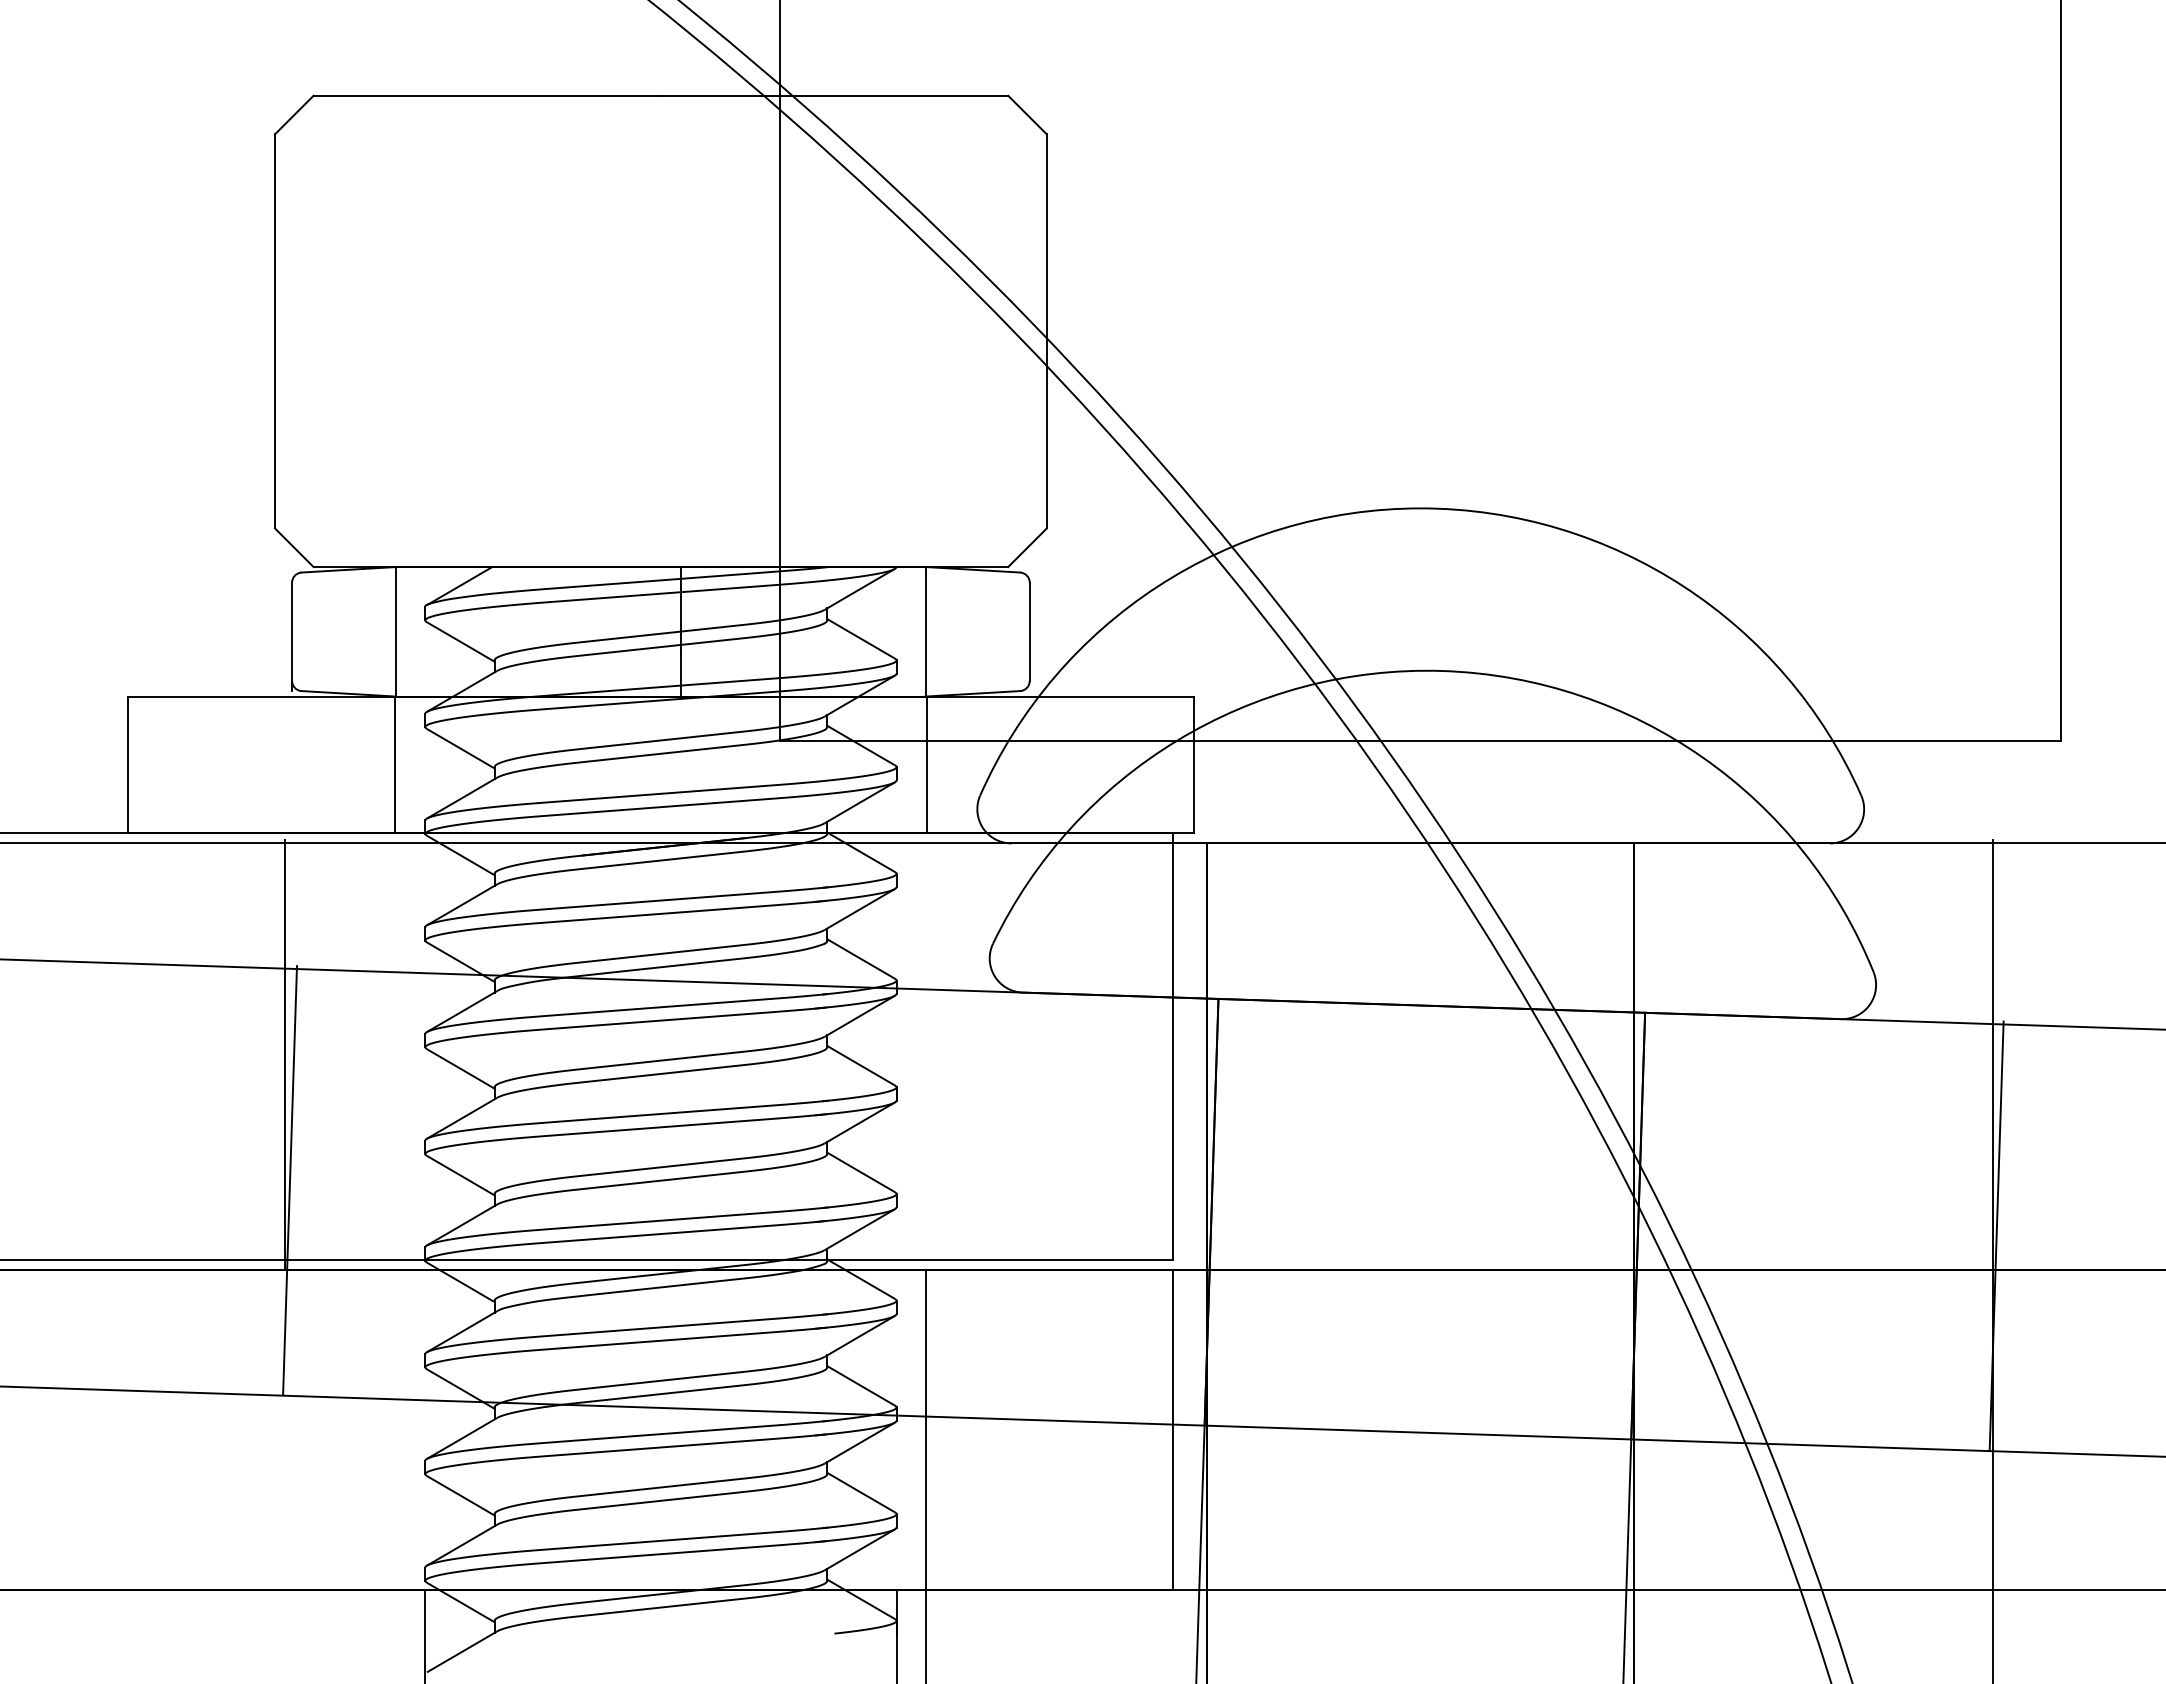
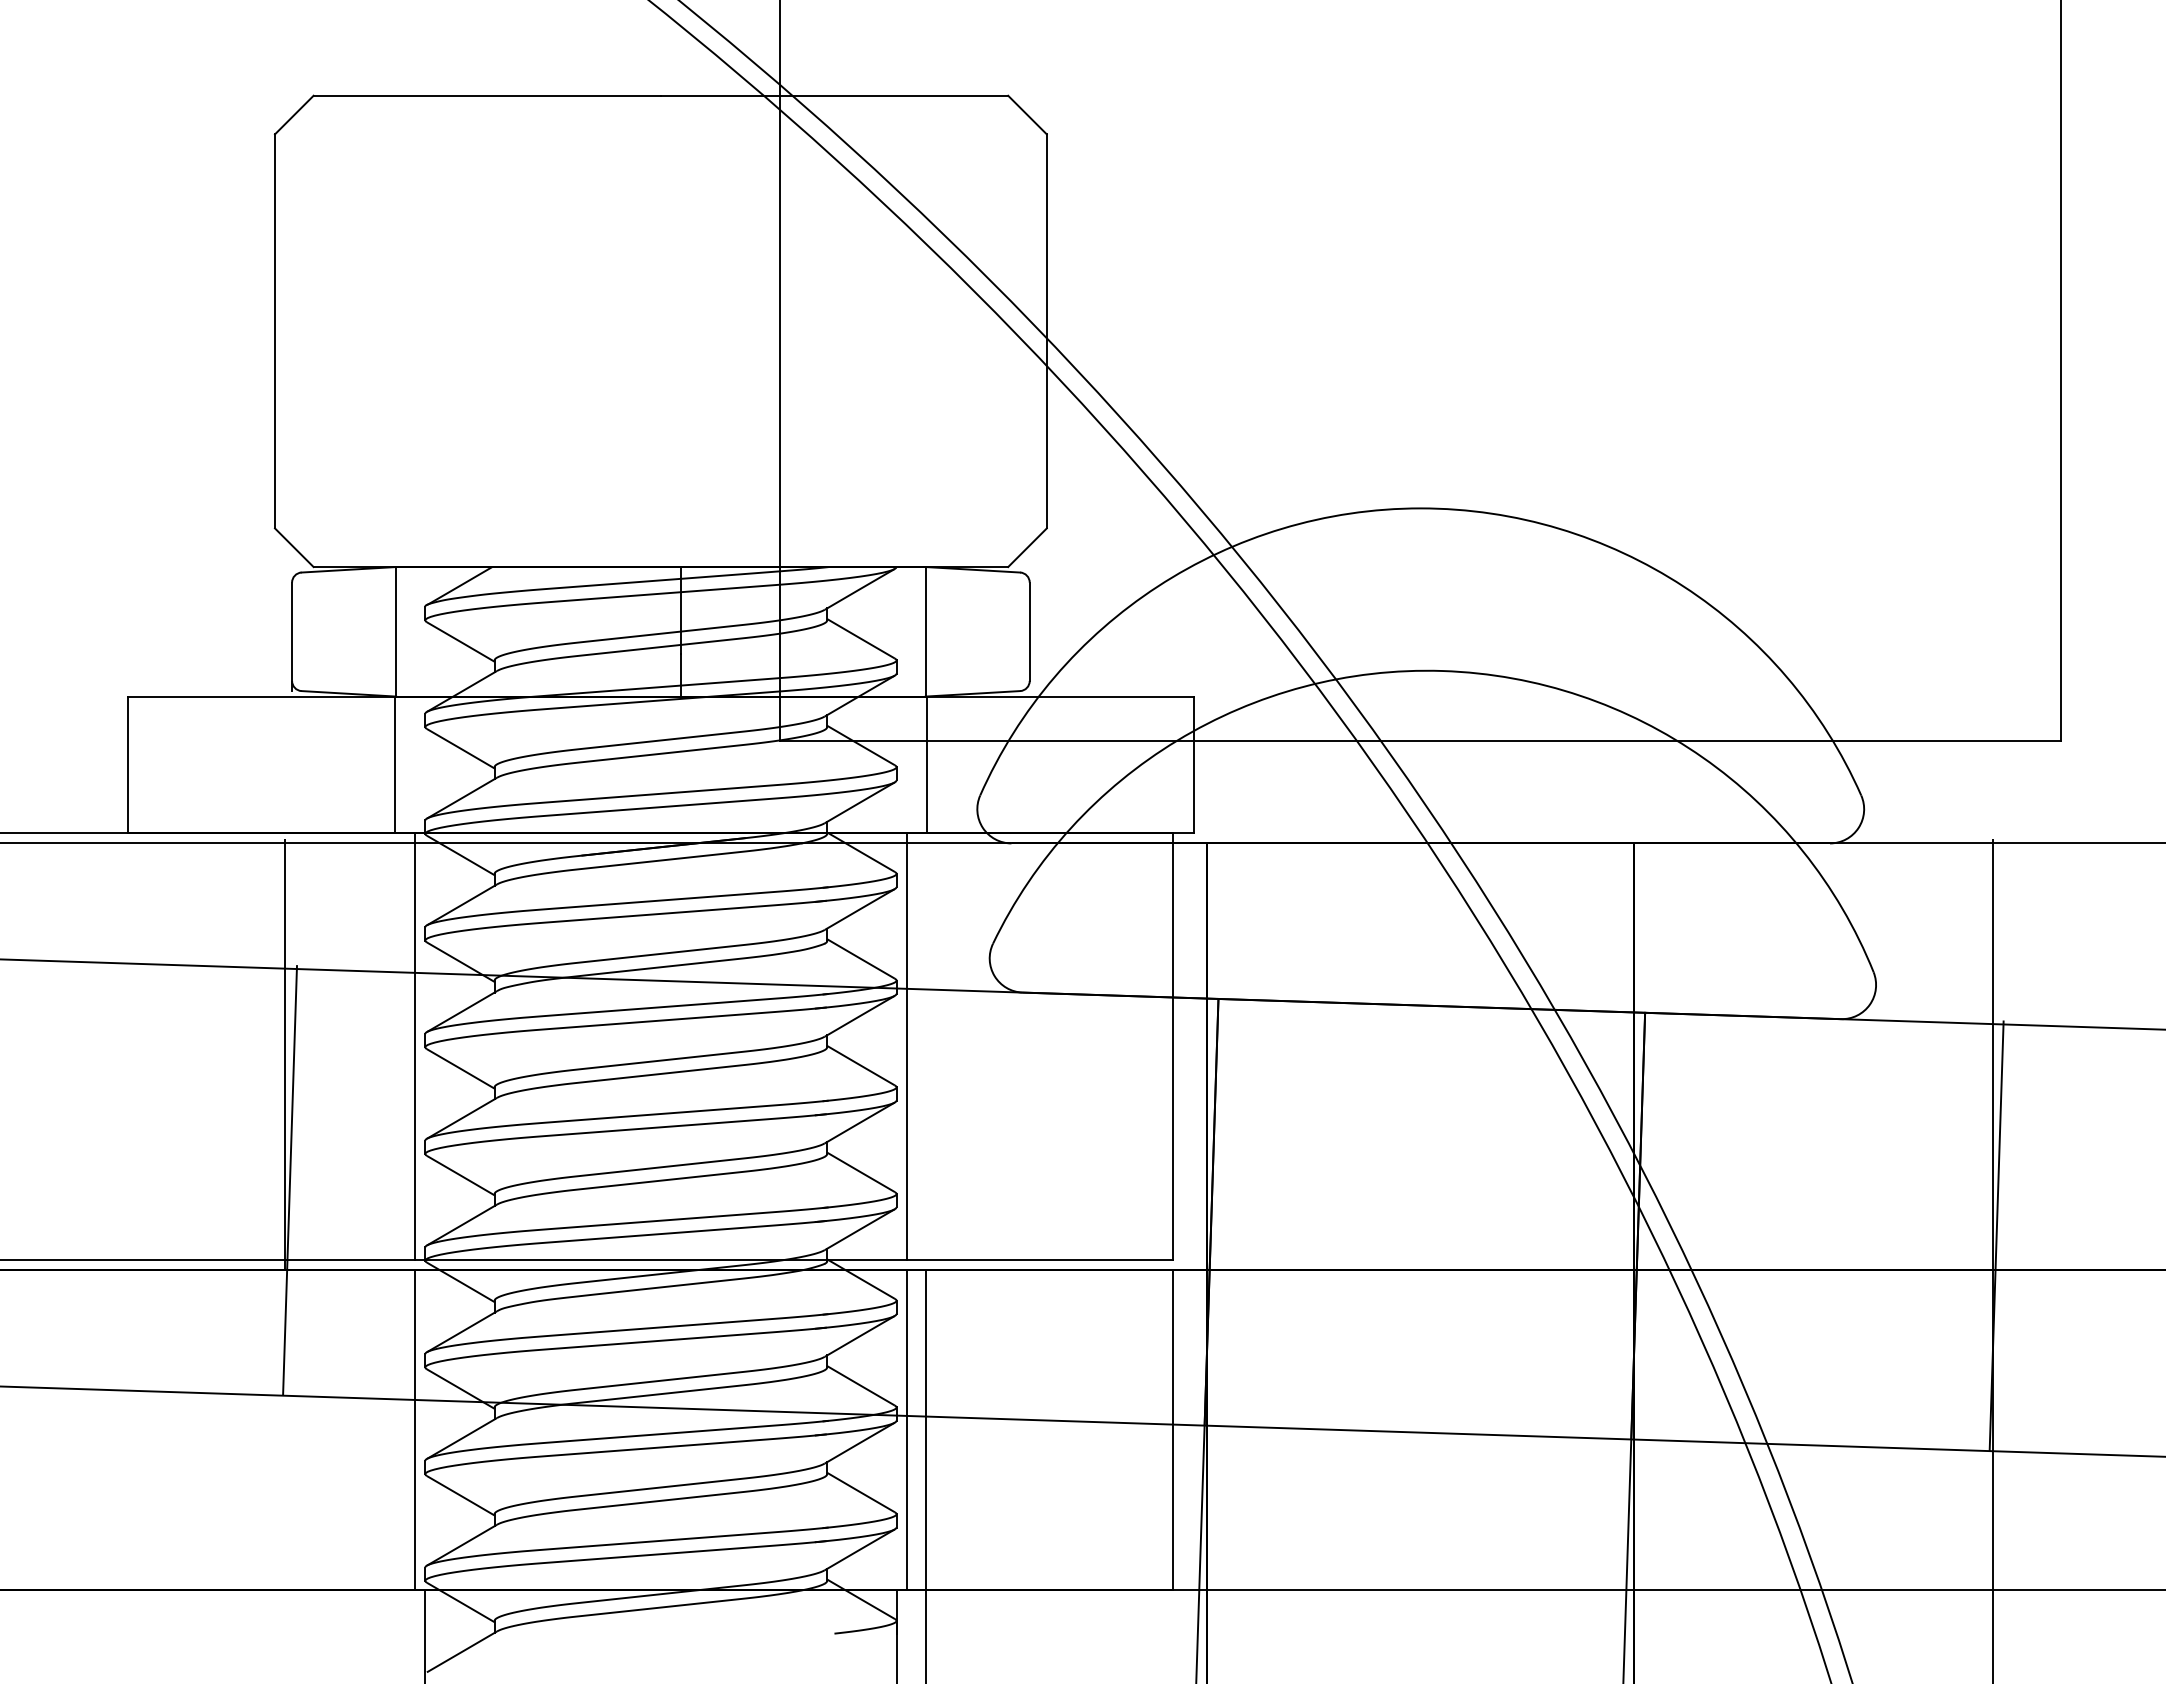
line at (415, 1046): none -> present
line at (906, 1046): none -> present
line at (415, 1430): none -> present
line at (906, 1430): none -> present
